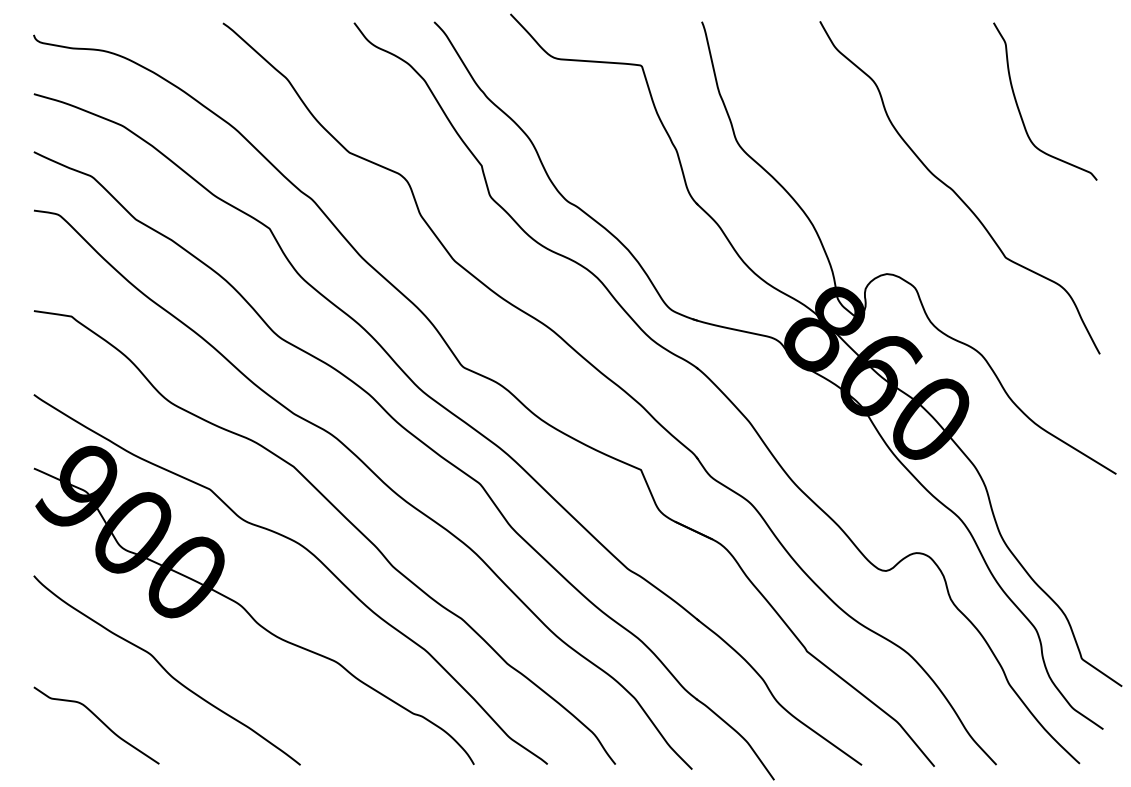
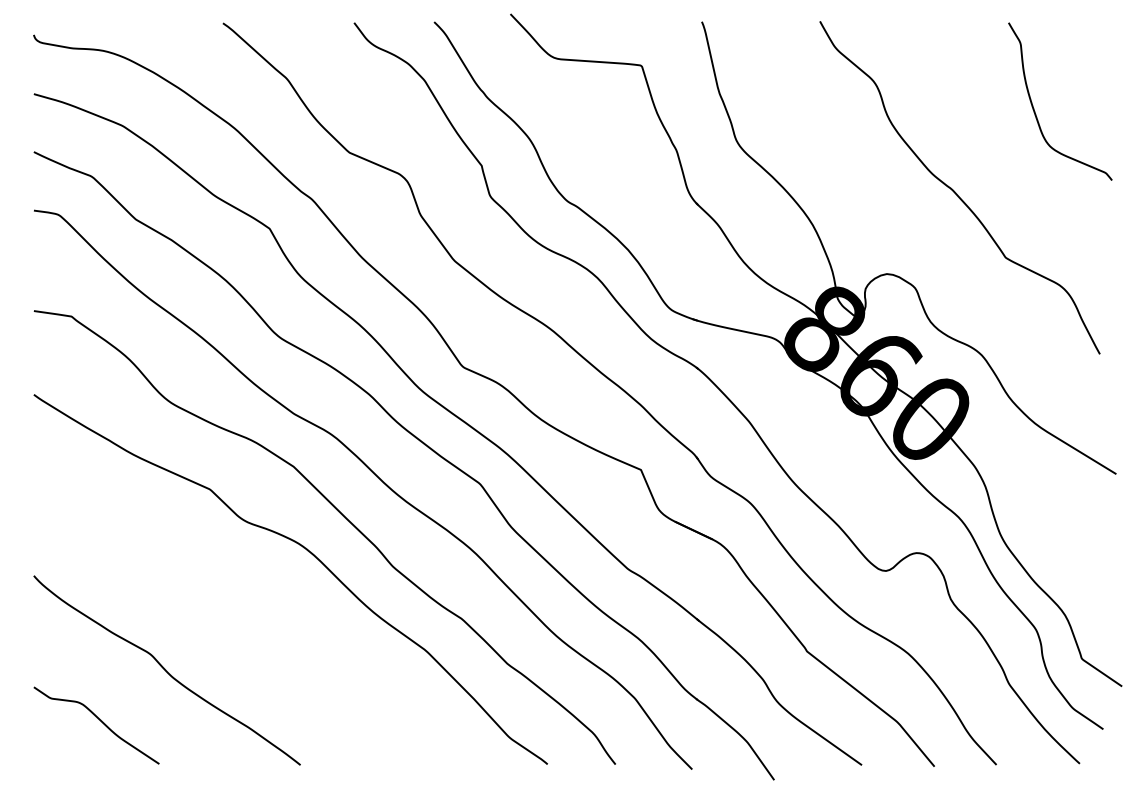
curve at (1019, 108) position: (1019, 108) -> (1034, 108)
part at (247, 610): present -> none
